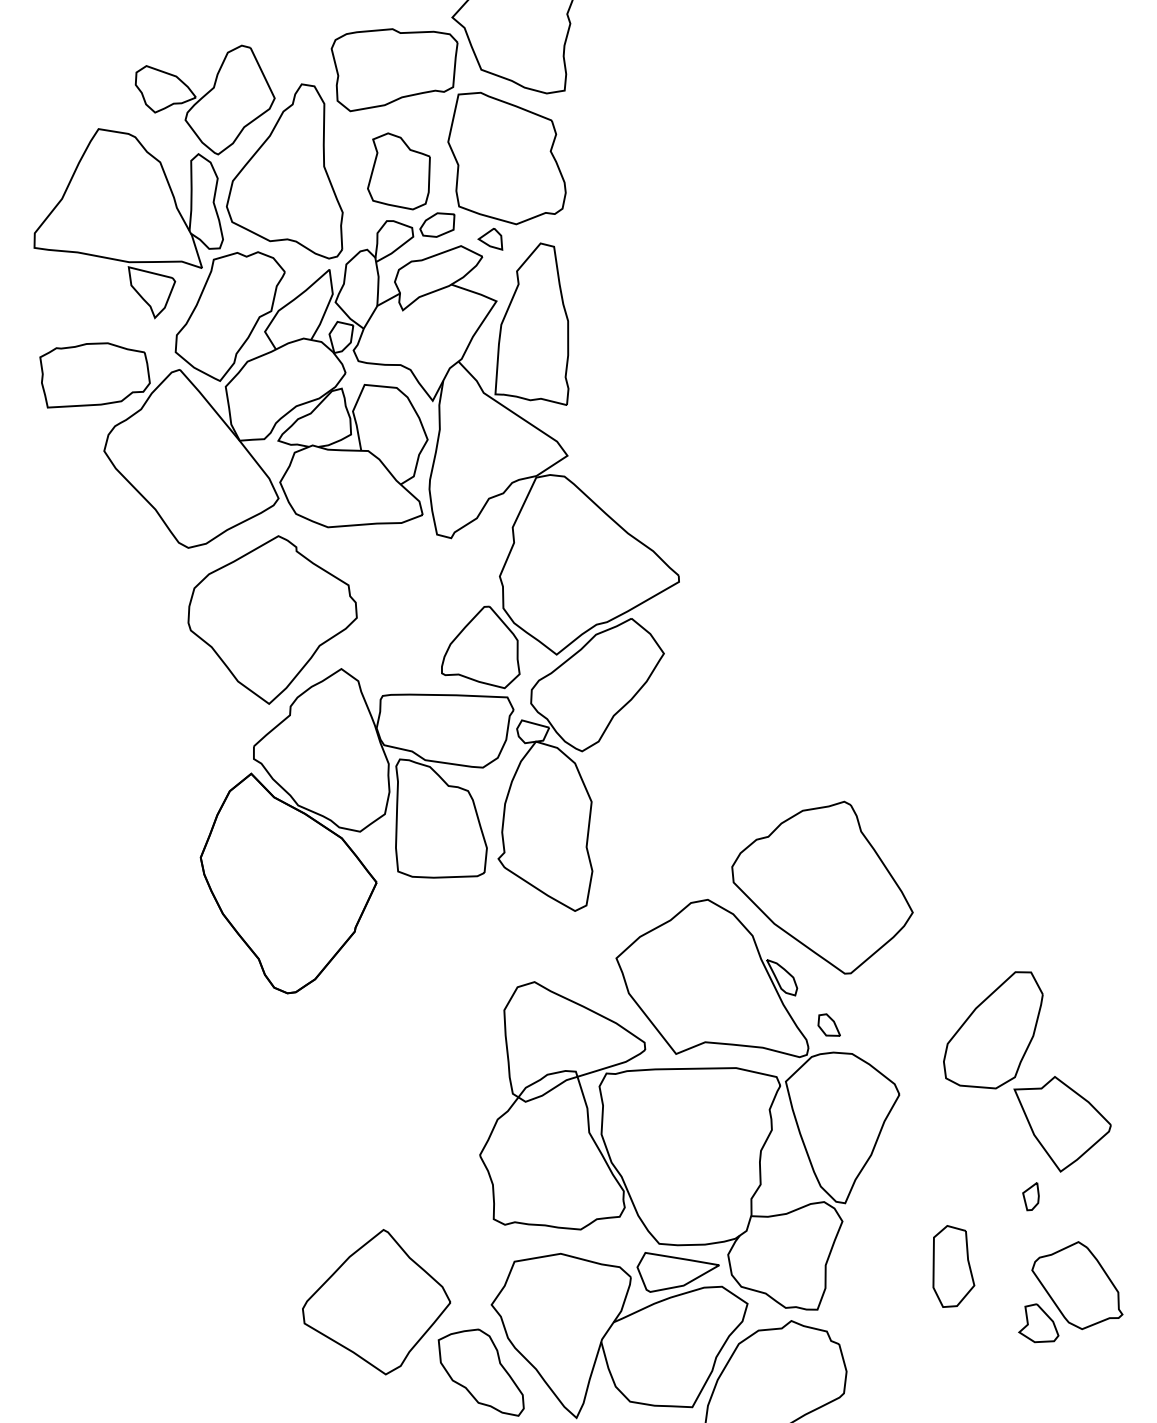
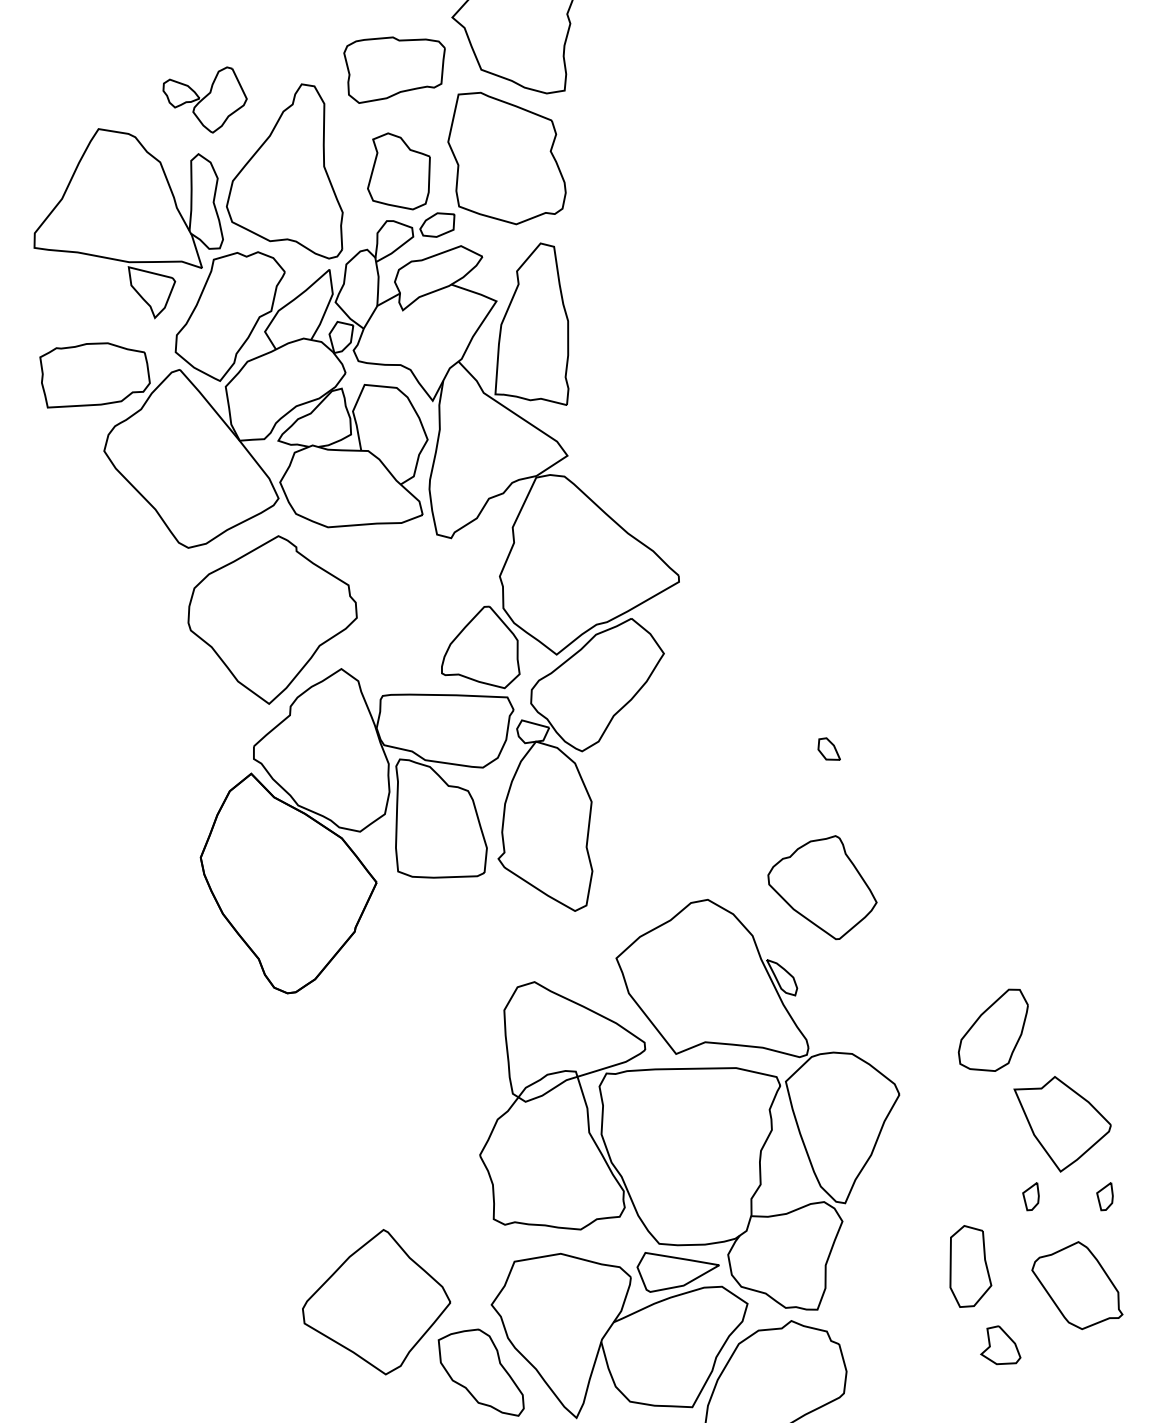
part at (394, 70) size: 129x85 px -> 103x68 px
part at (204, 99) size: 142x112 px -> 86x68 px
part at (490, 238): present -> none
part at (822, 887) size: 183x175 px -> 111x106 px
part at (828, 1024) position: (828, 1024) -> (828, 748)
part at (993, 1030) size: 101x119 px -> 72x84 px
part at (1104, 1196): none -> present
part at (953, 1266) position: (953, 1266) -> (970, 1266)
part at (1038, 1323) position: (1038, 1323) -> (1000, 1345)
